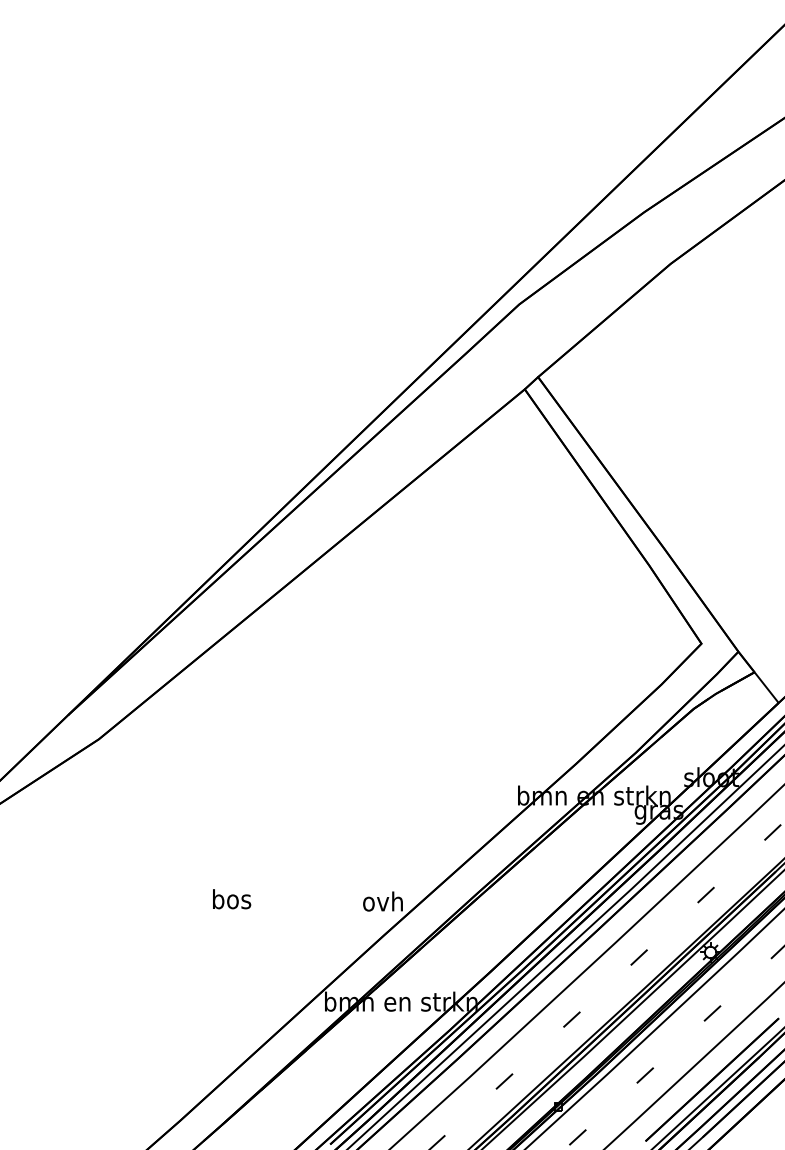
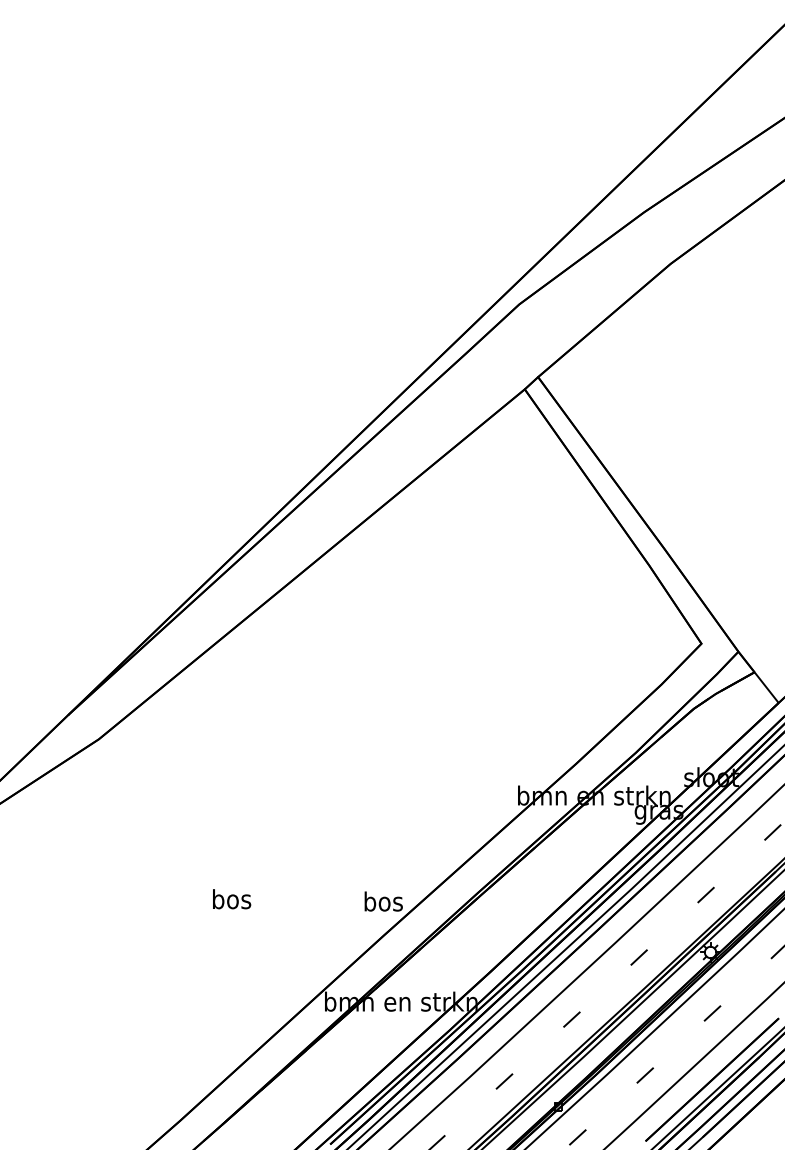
text at (382, 901): ovh -> bos
